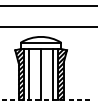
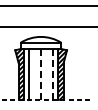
line at (41, 74): solid -> dashed
line at (52, 74): solid -> dashed
